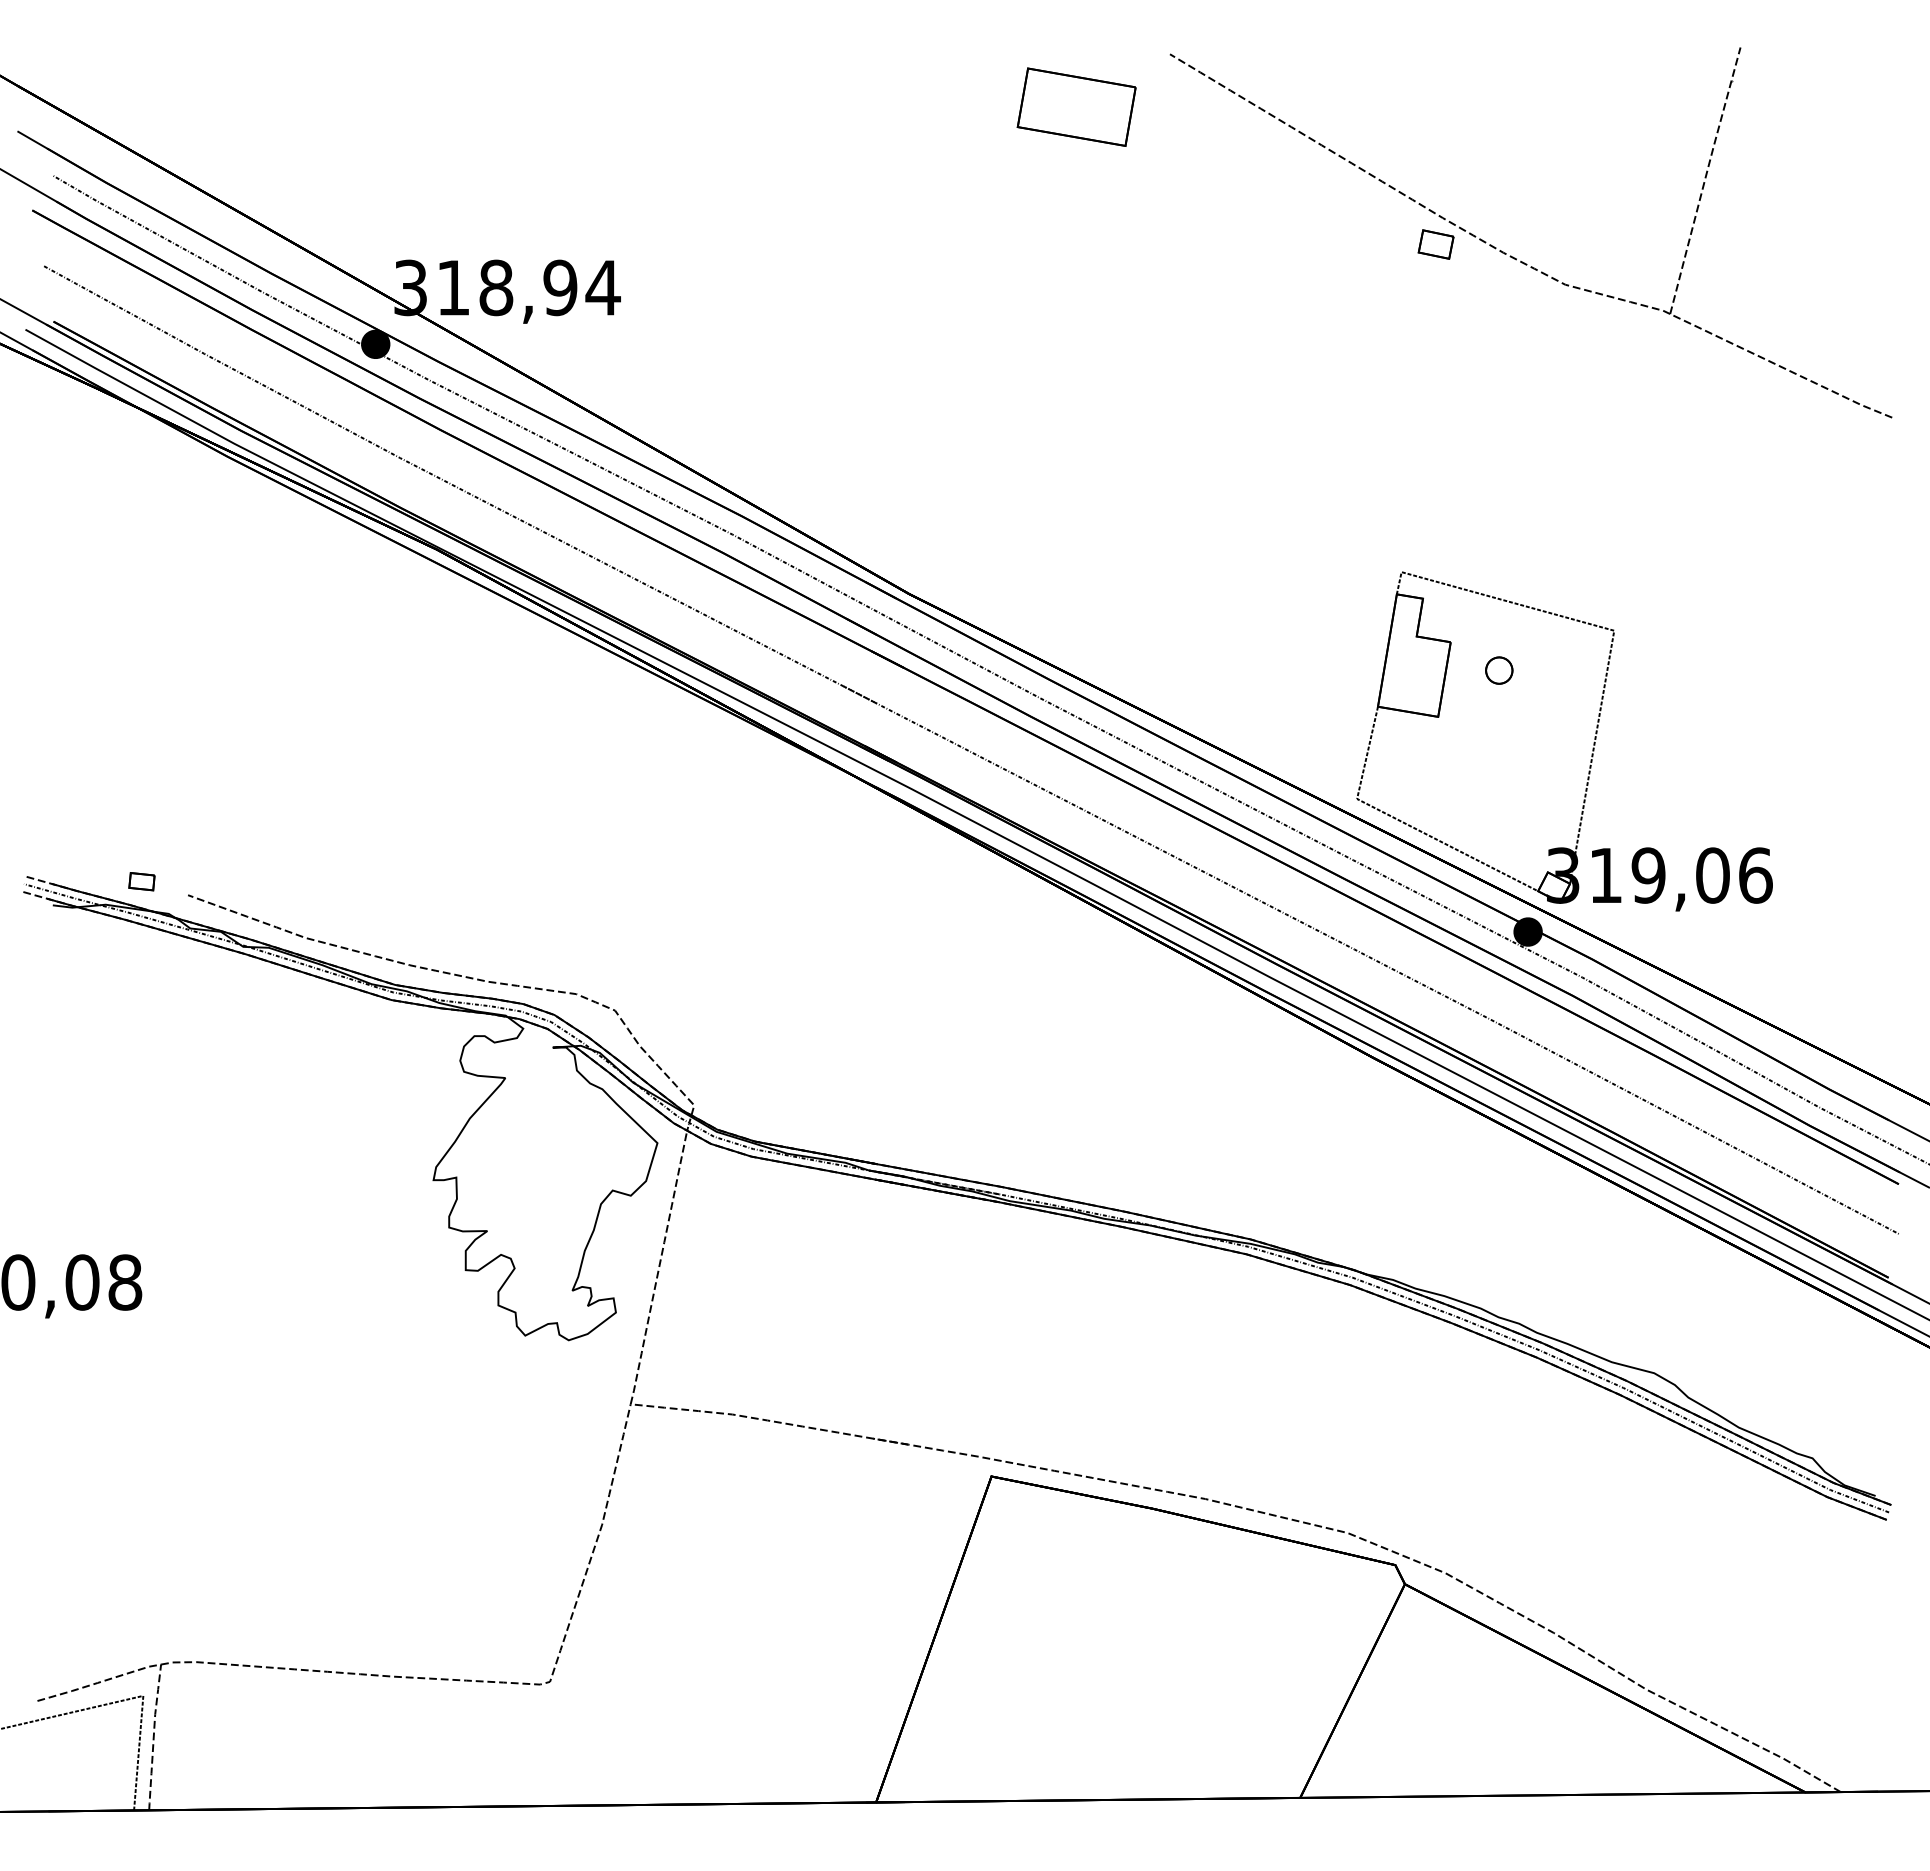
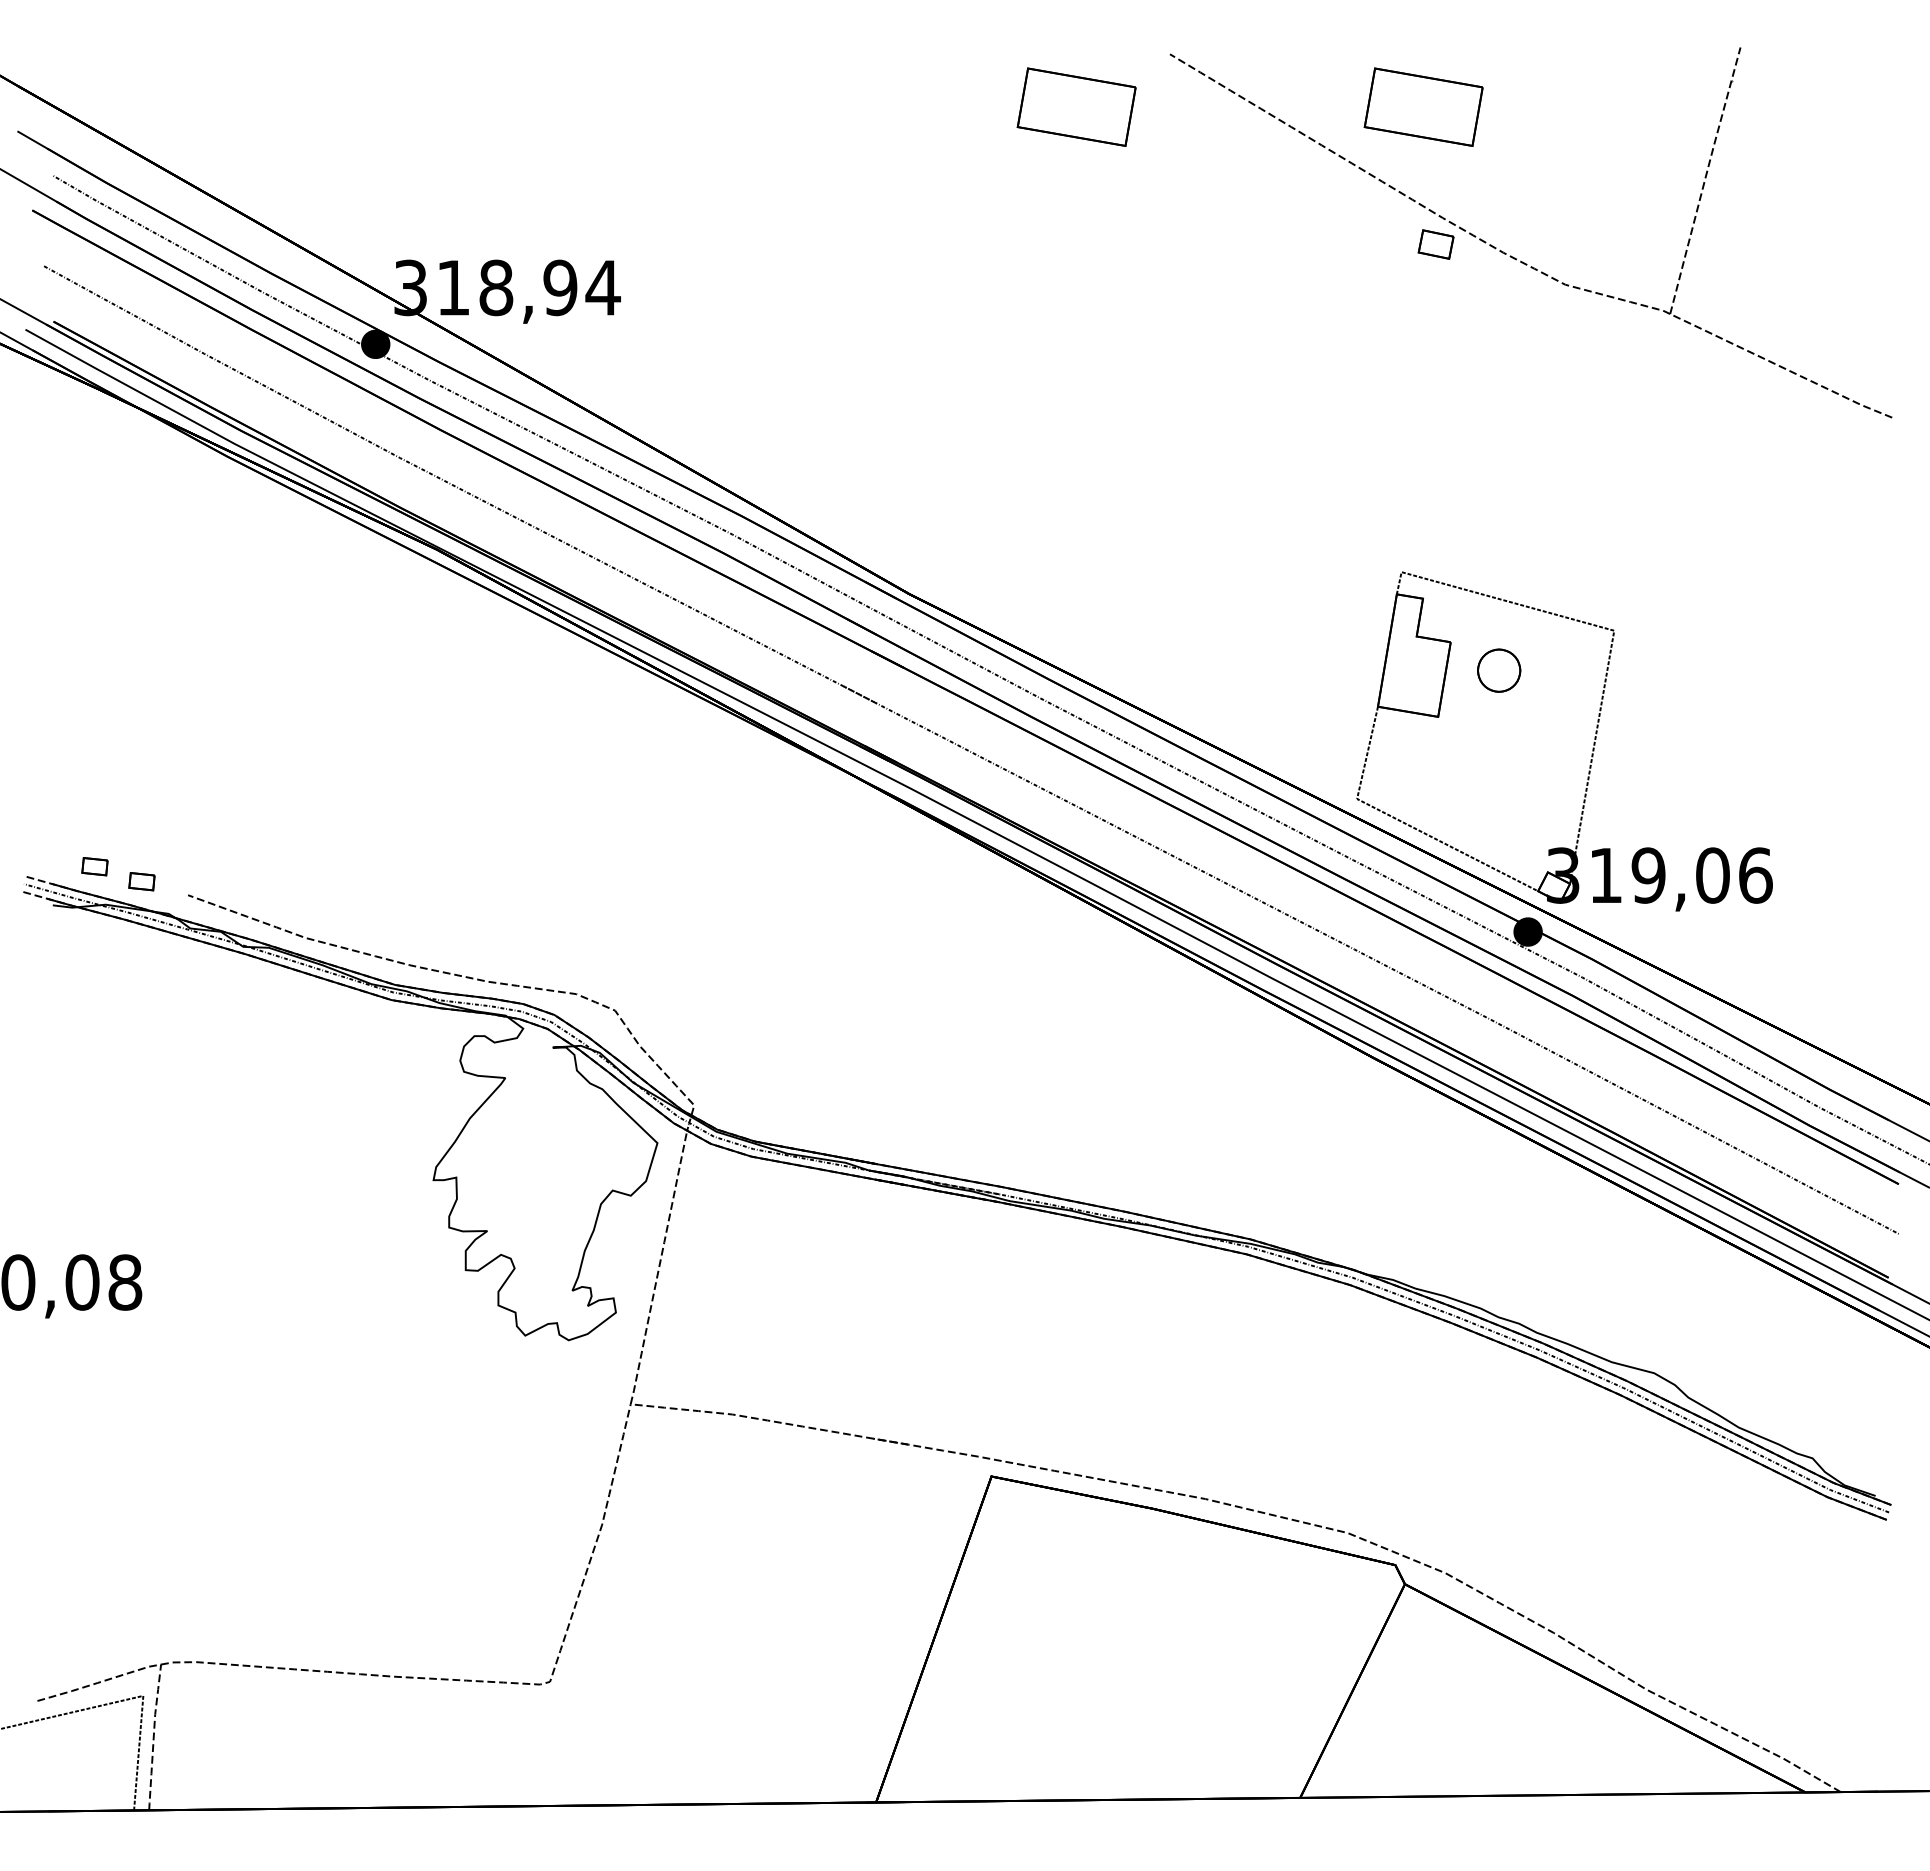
part at (1423, 106): none -> present
part at (1499, 670) size: 29x29 px -> 45x45 px
part at (94, 866): none -> present
